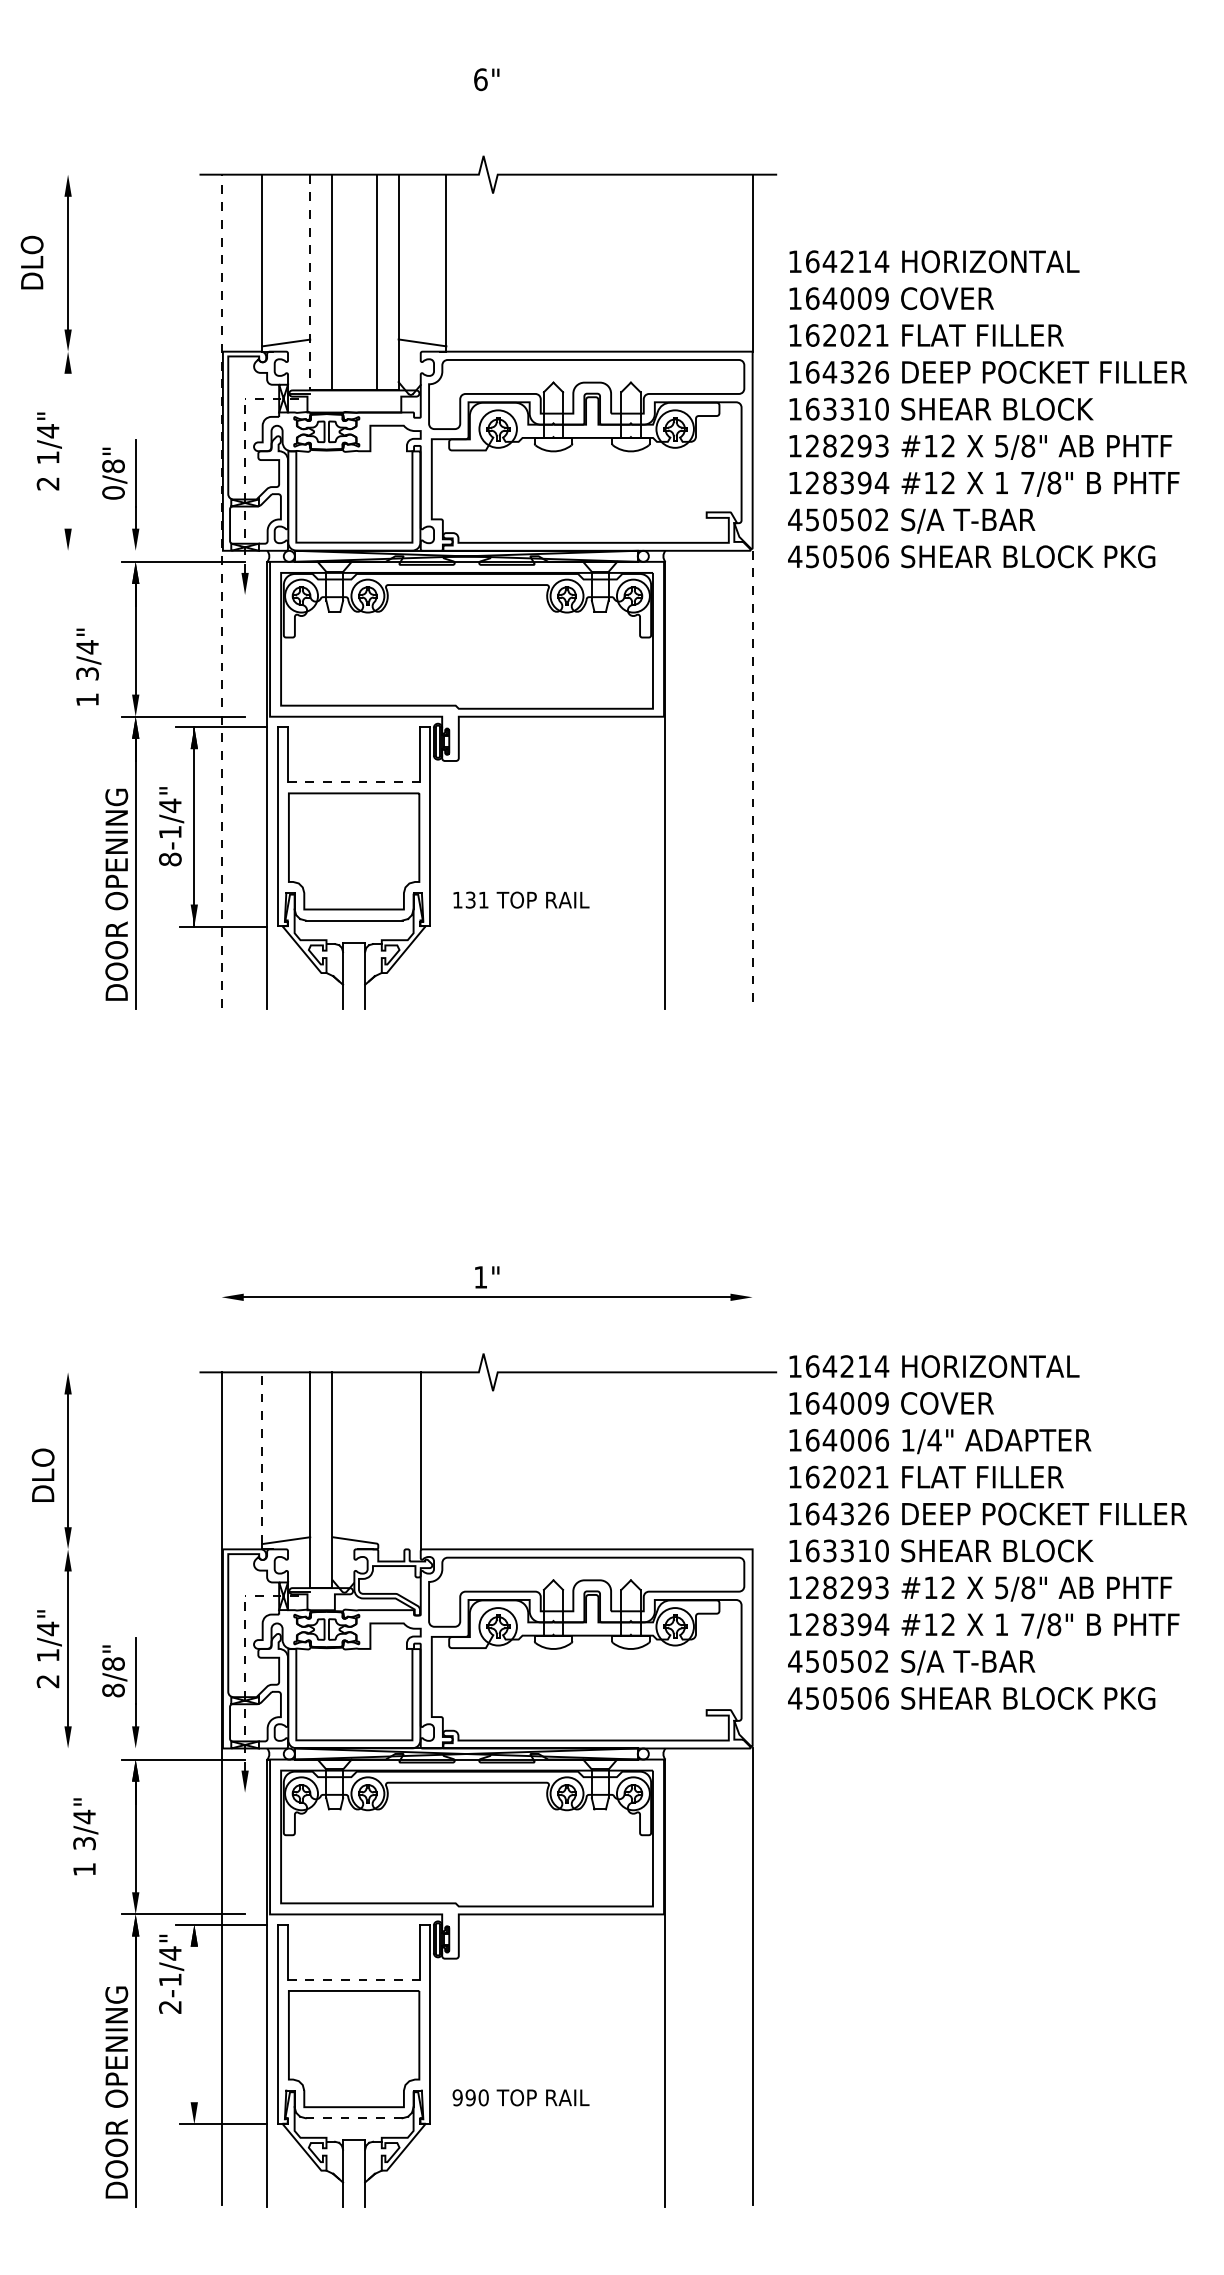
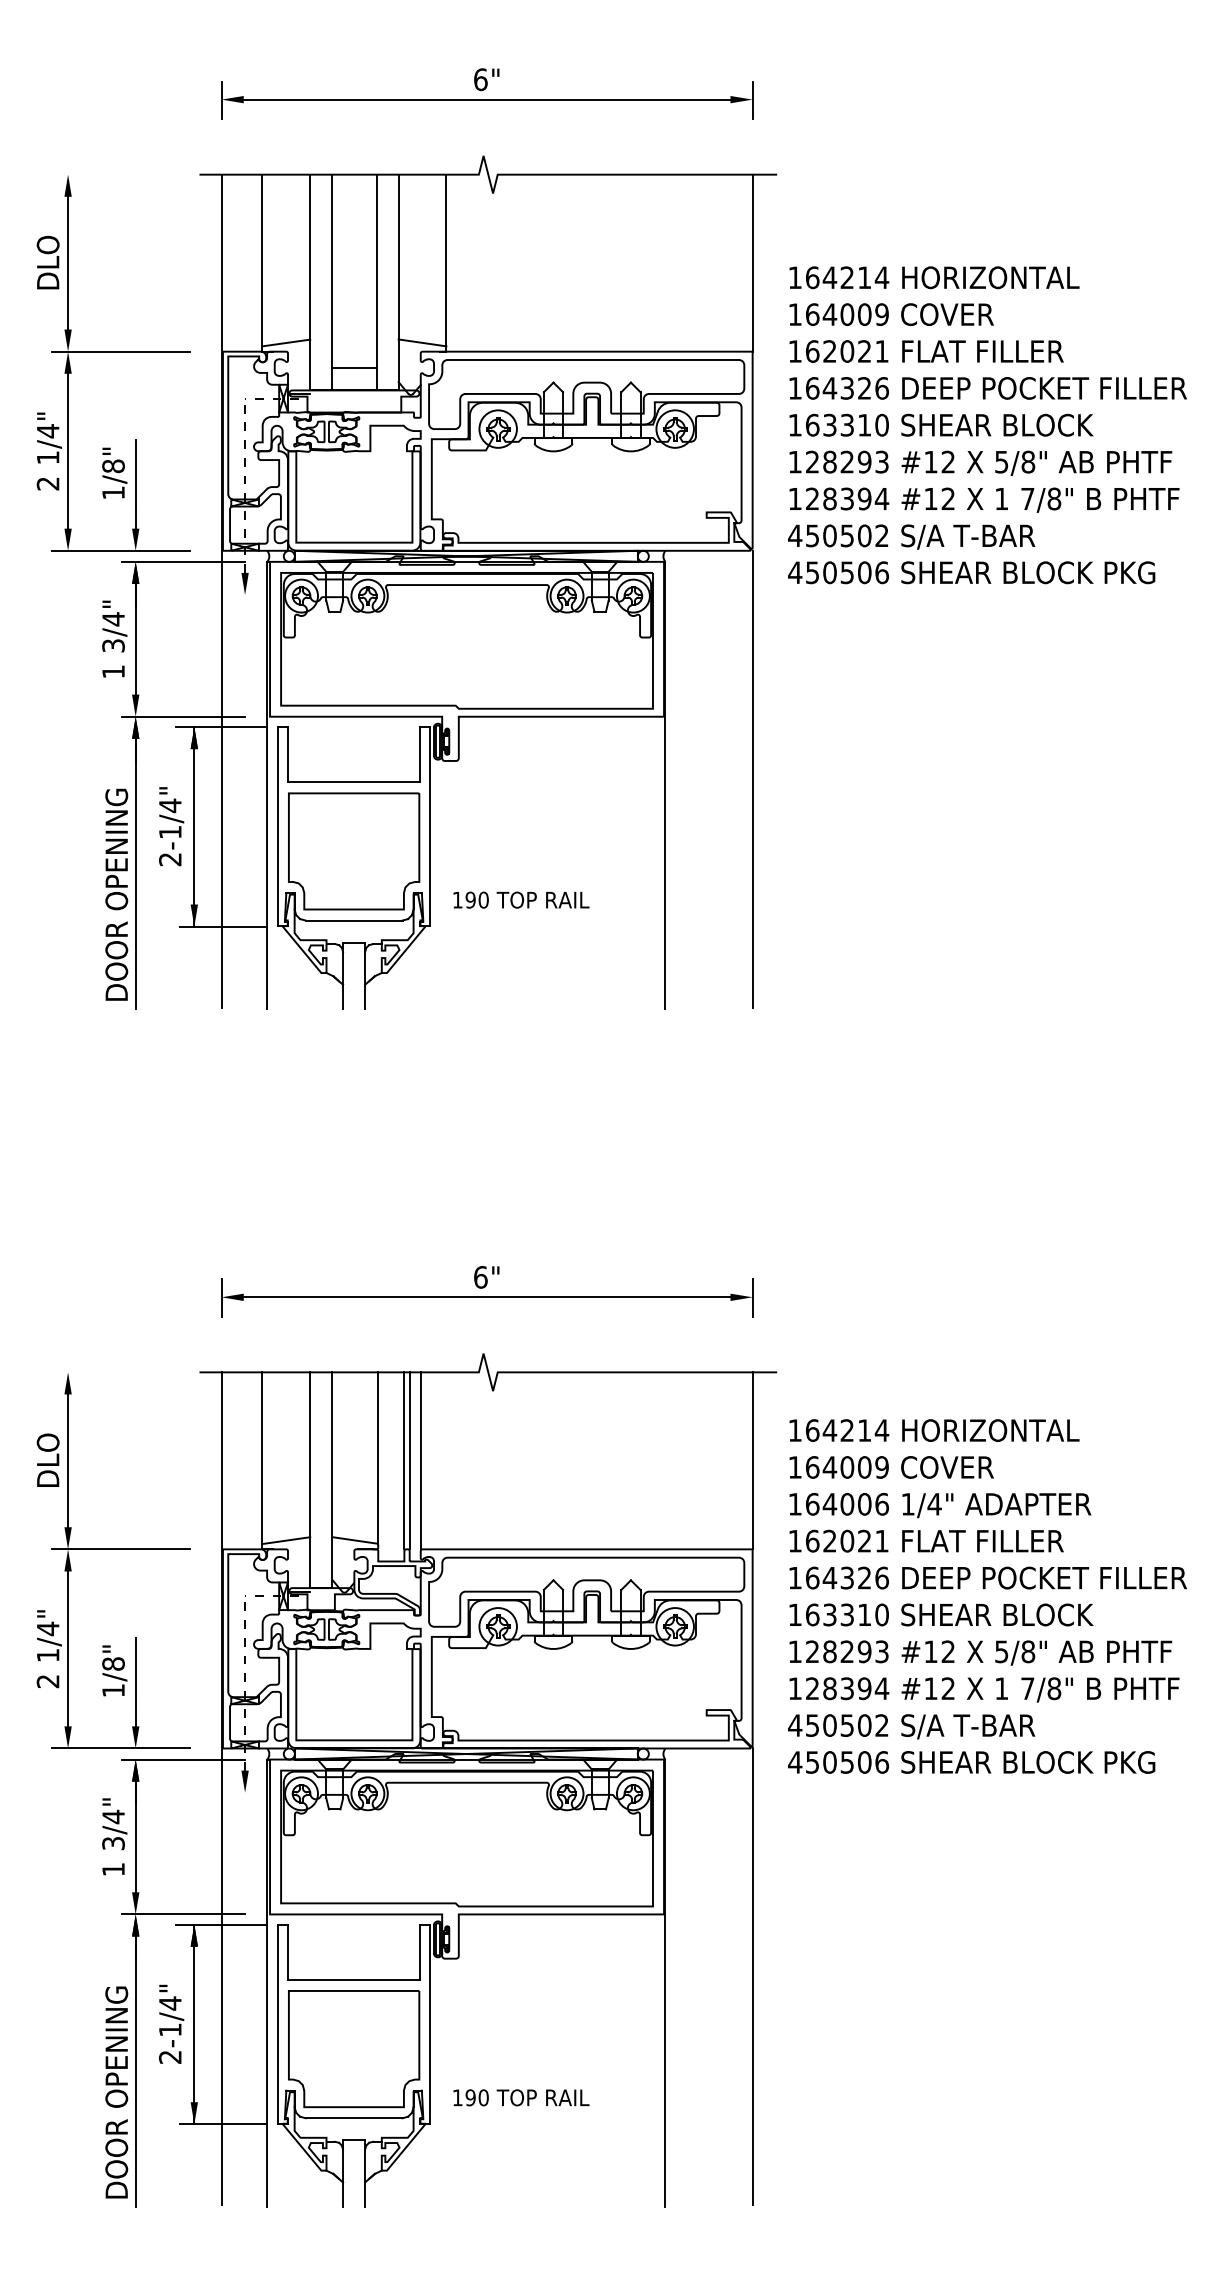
part at (487, 100): none -> present
text at (31, 262) position: (31, 262) -> (47, 262)
line at (310, 282): dashed -> solid
line at (120, 351): none -> present
line at (354, 368): none -> present
text at (987, 409) position: (987, 409) -> (987, 425)
line at (68, 450): none -> present
text at (113, 492): 0/8" -> 1/8"
line at (120, 550): none -> present
line at (221, 591): dashed -> solid
text at (88, 666) position: (88, 666) -> (114, 638)
line at (752, 779): dashed -> solid
line at (354, 782): dashed -> solid
text at (170, 859): 8-1/4" -> 2-1/4"
text at (476, 899): 131 -> 190
text at (480, 1277): 1" -> 6"
line at (221, 1298): none -> present
line at (752, 1298): none -> present
line at (262, 1458): dashed -> solid
line at (378, 1458): none -> present
line at (404, 1460): none -> present
line at (409, 1460): none -> present
line at (752, 1460): none -> present
text at (42, 1474) position: (42, 1474) -> (47, 1459)
text at (987, 1532) position: (987, 1532) -> (987, 1596)
line at (120, 1549): none -> present
text at (113, 1690): 8/8" -> 1/8"
line at (120, 1748): none -> present
text at (85, 1836) position: (85, 1836) -> (114, 1836)
text at (171, 1973) position: (171, 1973) -> (171, 2023)
line at (354, 1979): dashed -> solid
line at (194, 2024): none -> present
text at (457, 2097): 990 -> 190
line at (353, 2118): dashed -> solid
